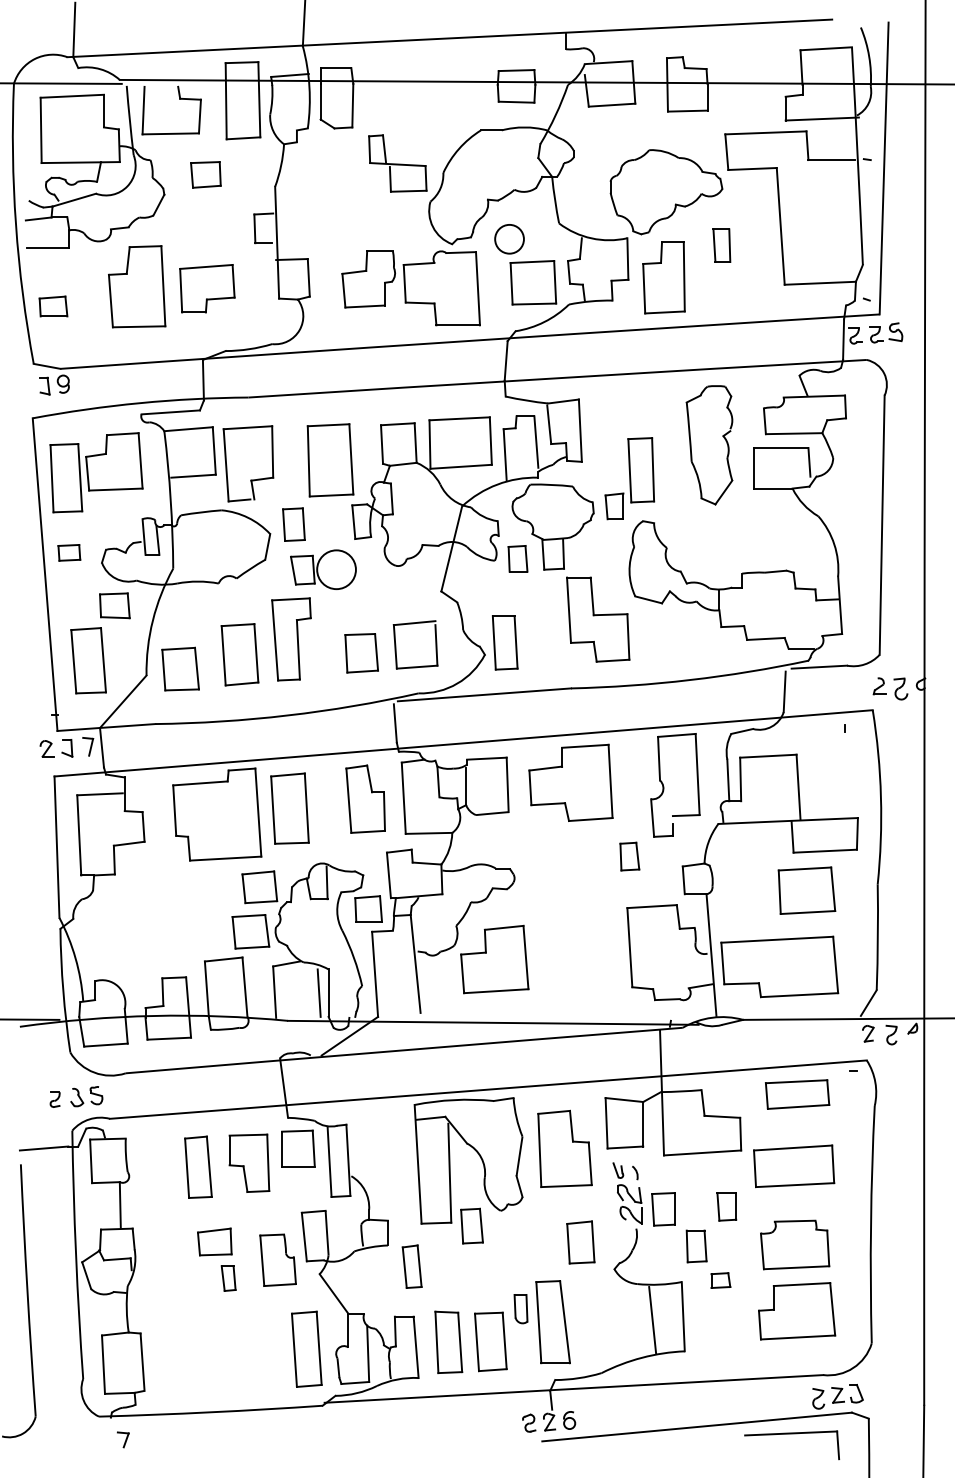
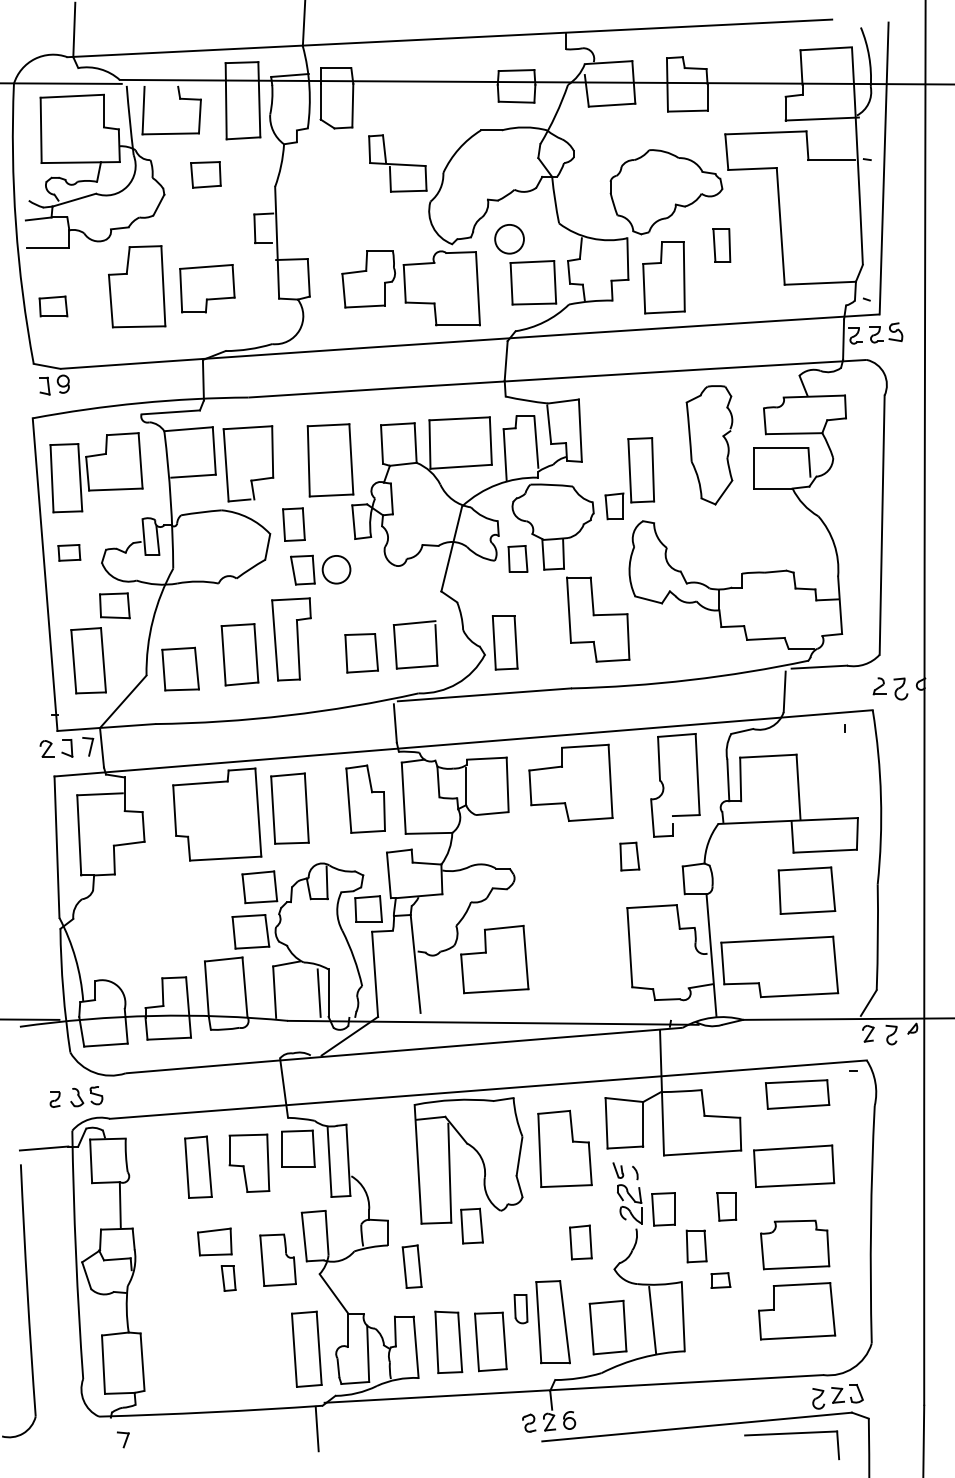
circle at (336, 569) diameter: 39 px -> 28 px
part at (580, 1242) size: 30x45 px -> 24x37 px
part at (607, 1327): none -> present
line at (316, 1428): none -> present
